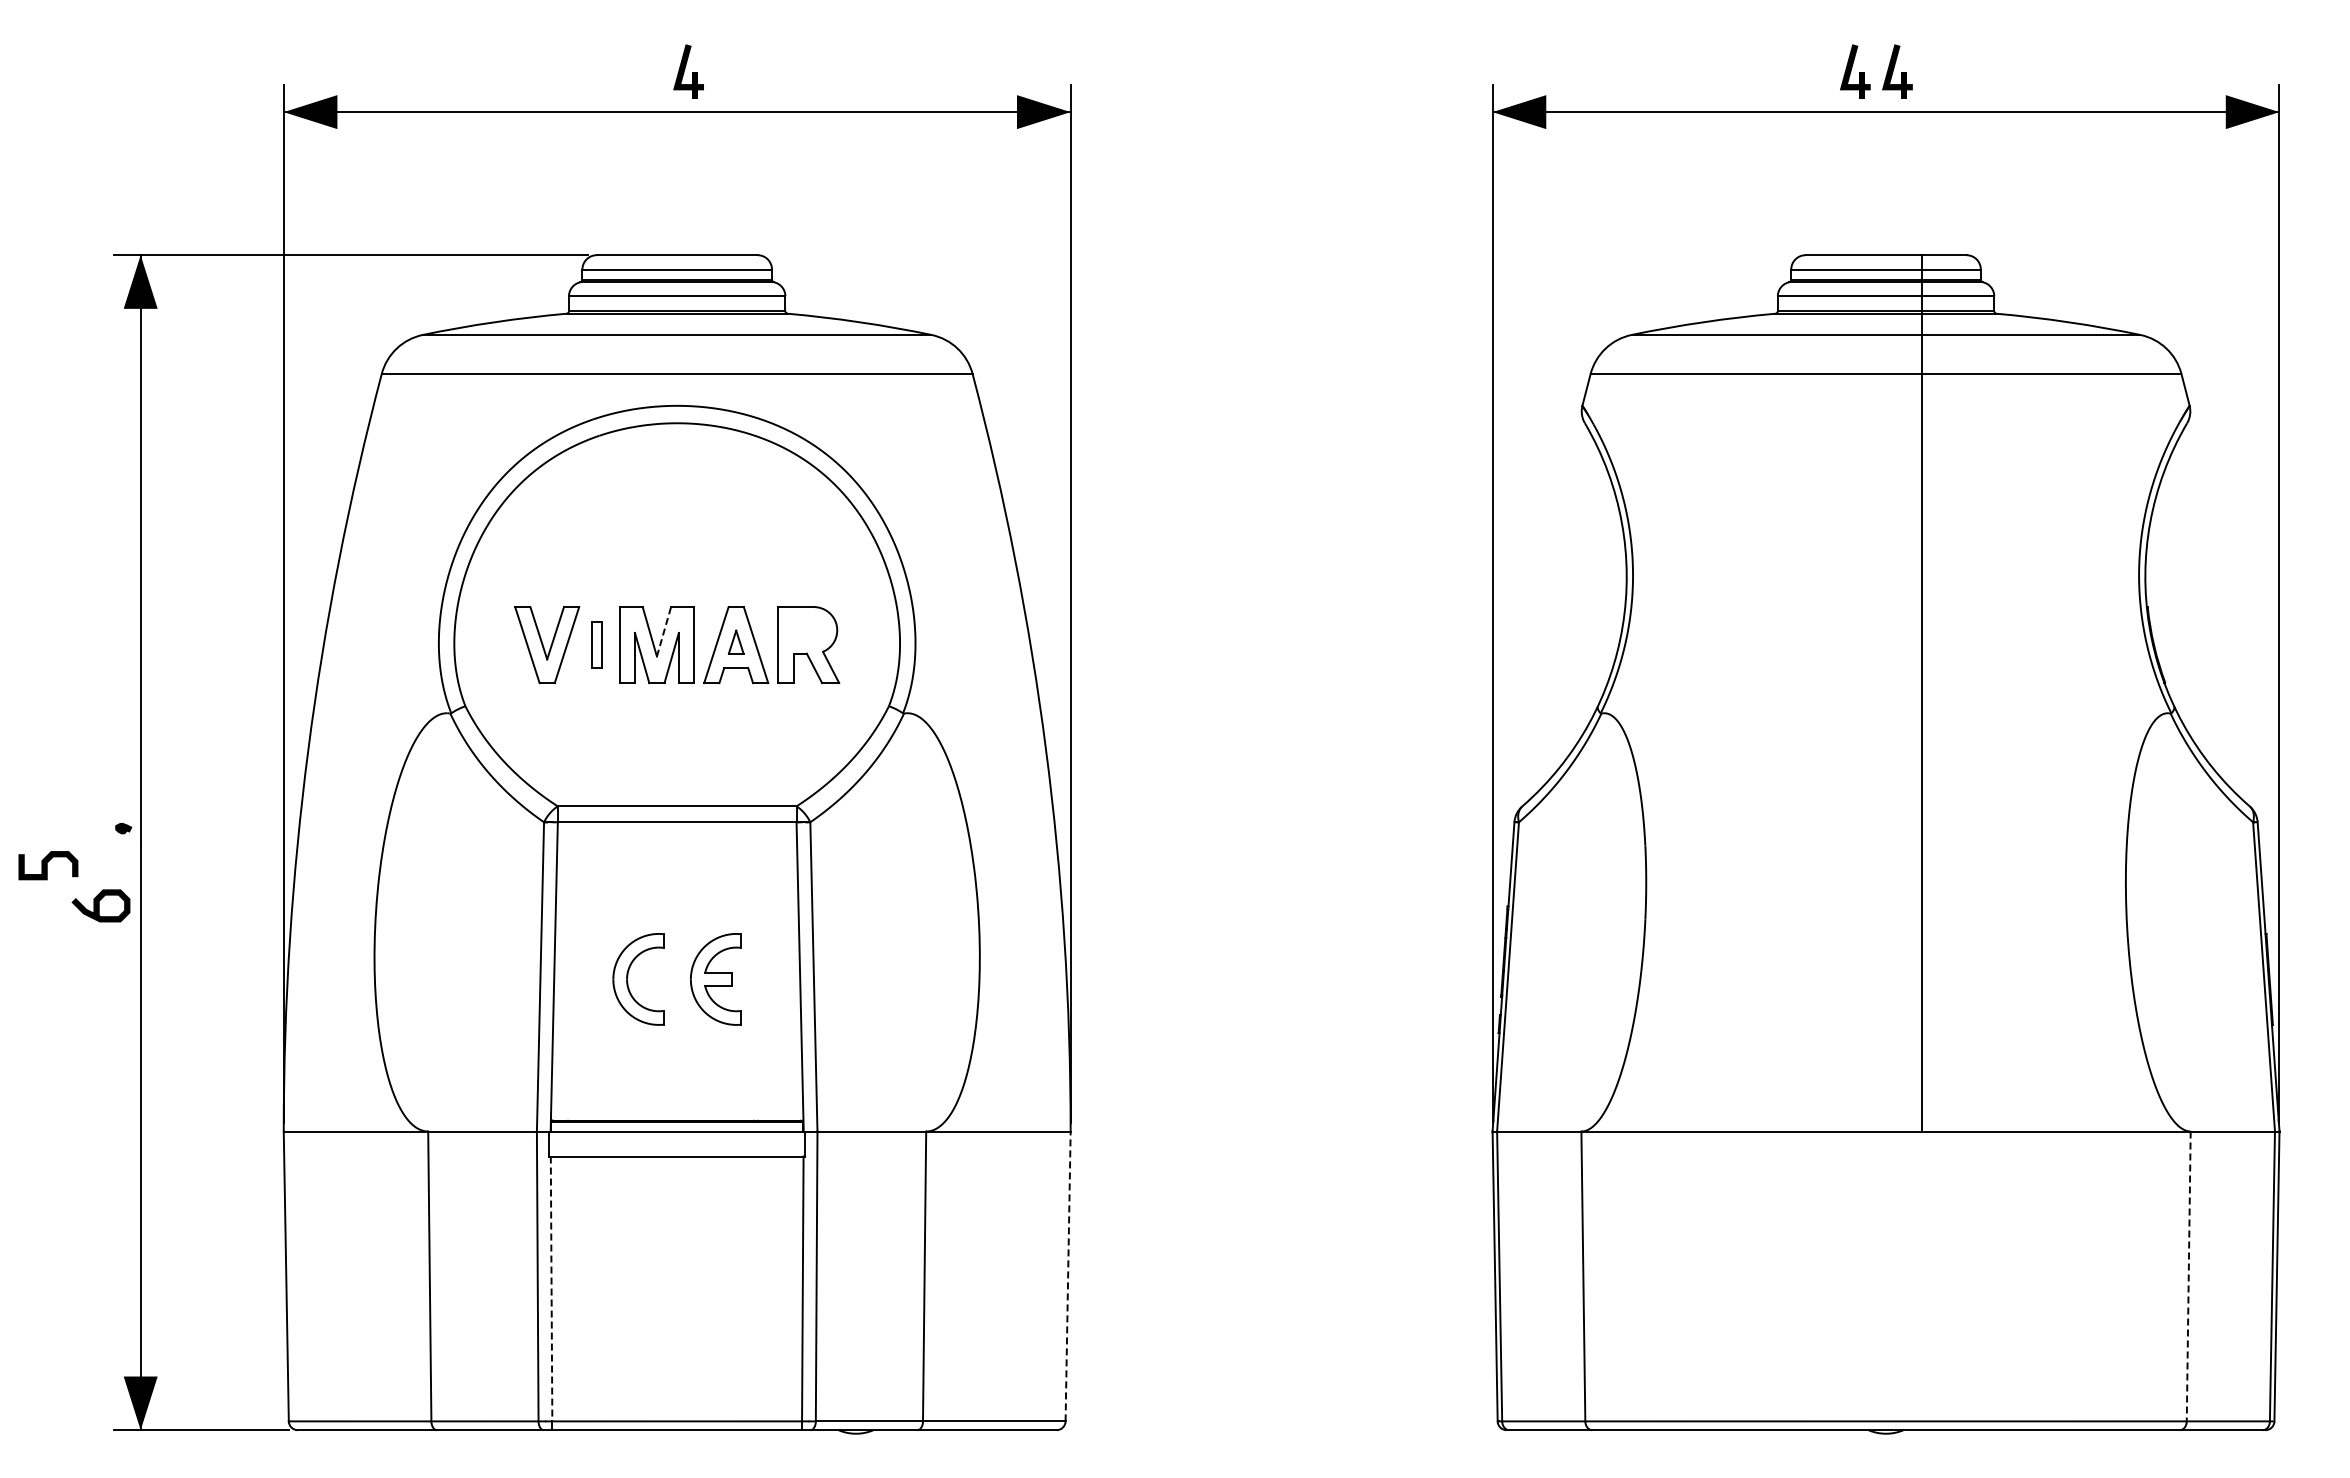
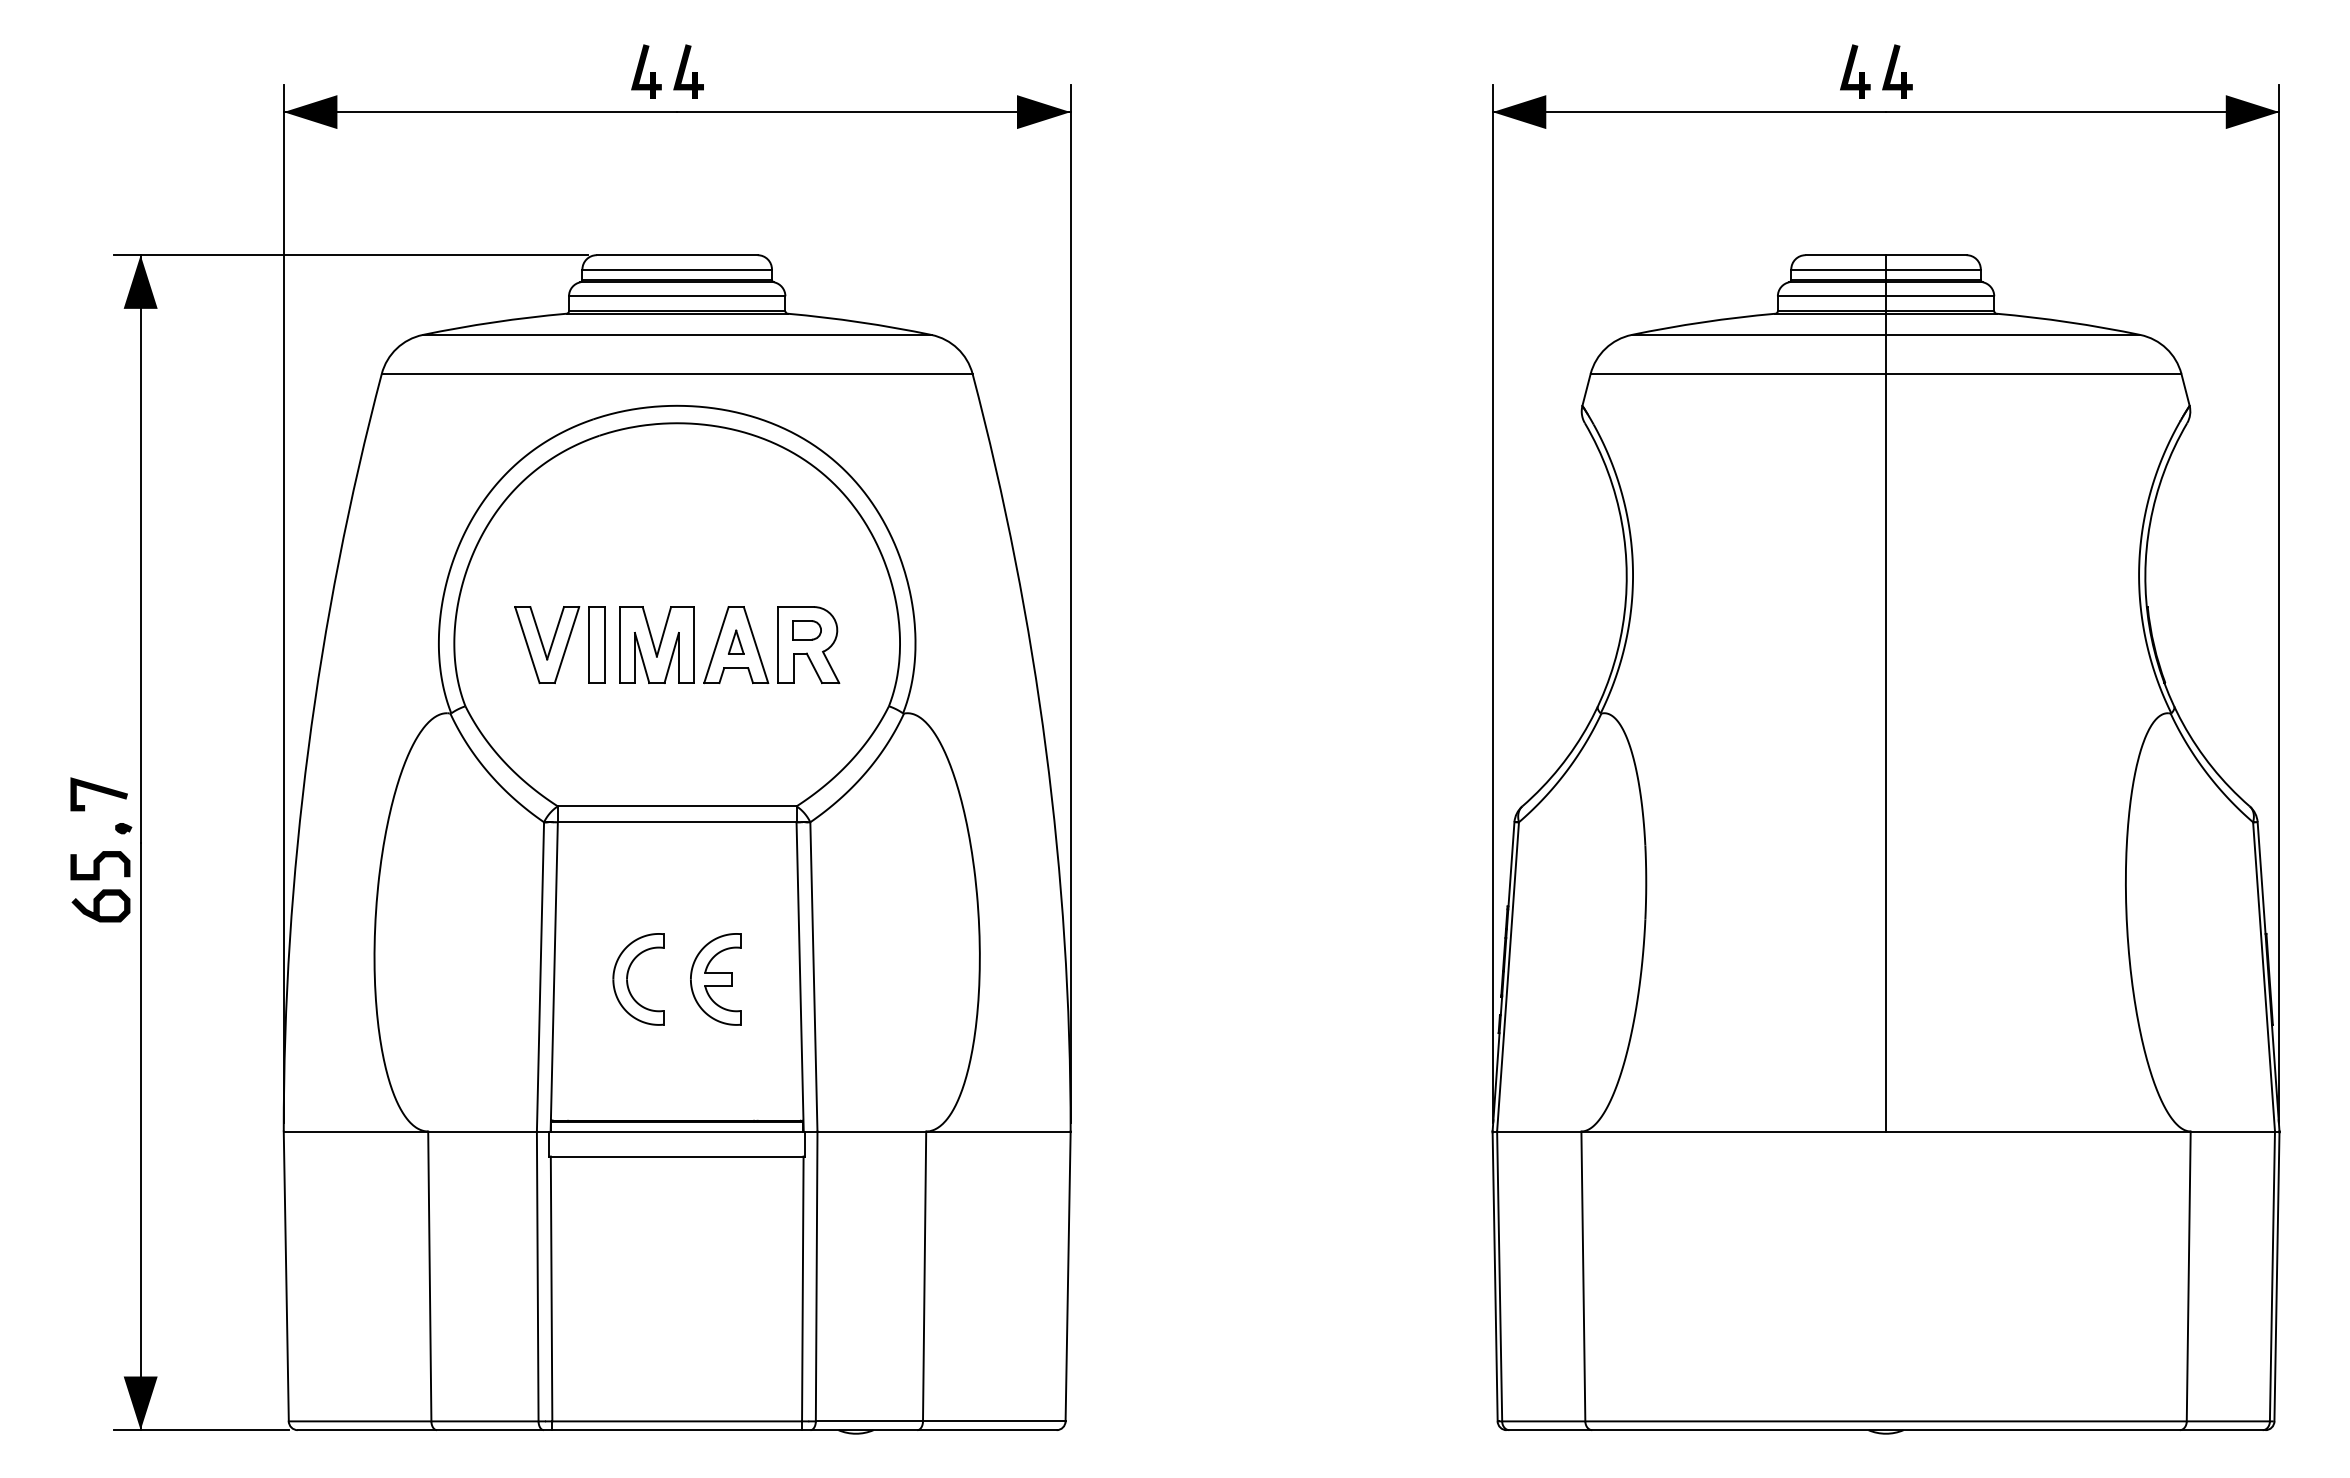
part at (646, 71): none -> present
part at (806, 630): none -> present
line at (664, 631): dashed -> solid
part at (596, 644) size: 12x48 px -> 18x78 px
line at (1922, 693) position: (1922, 693) -> (1886, 693)
line at (100, 792): none -> present
curve at (47, 865) position: (47, 865) -> (99, 865)
line at (1068, 1276): dashed -> solid
line at (2188, 1276): dashed -> solid
line at (551, 1289): dashed -> solid
